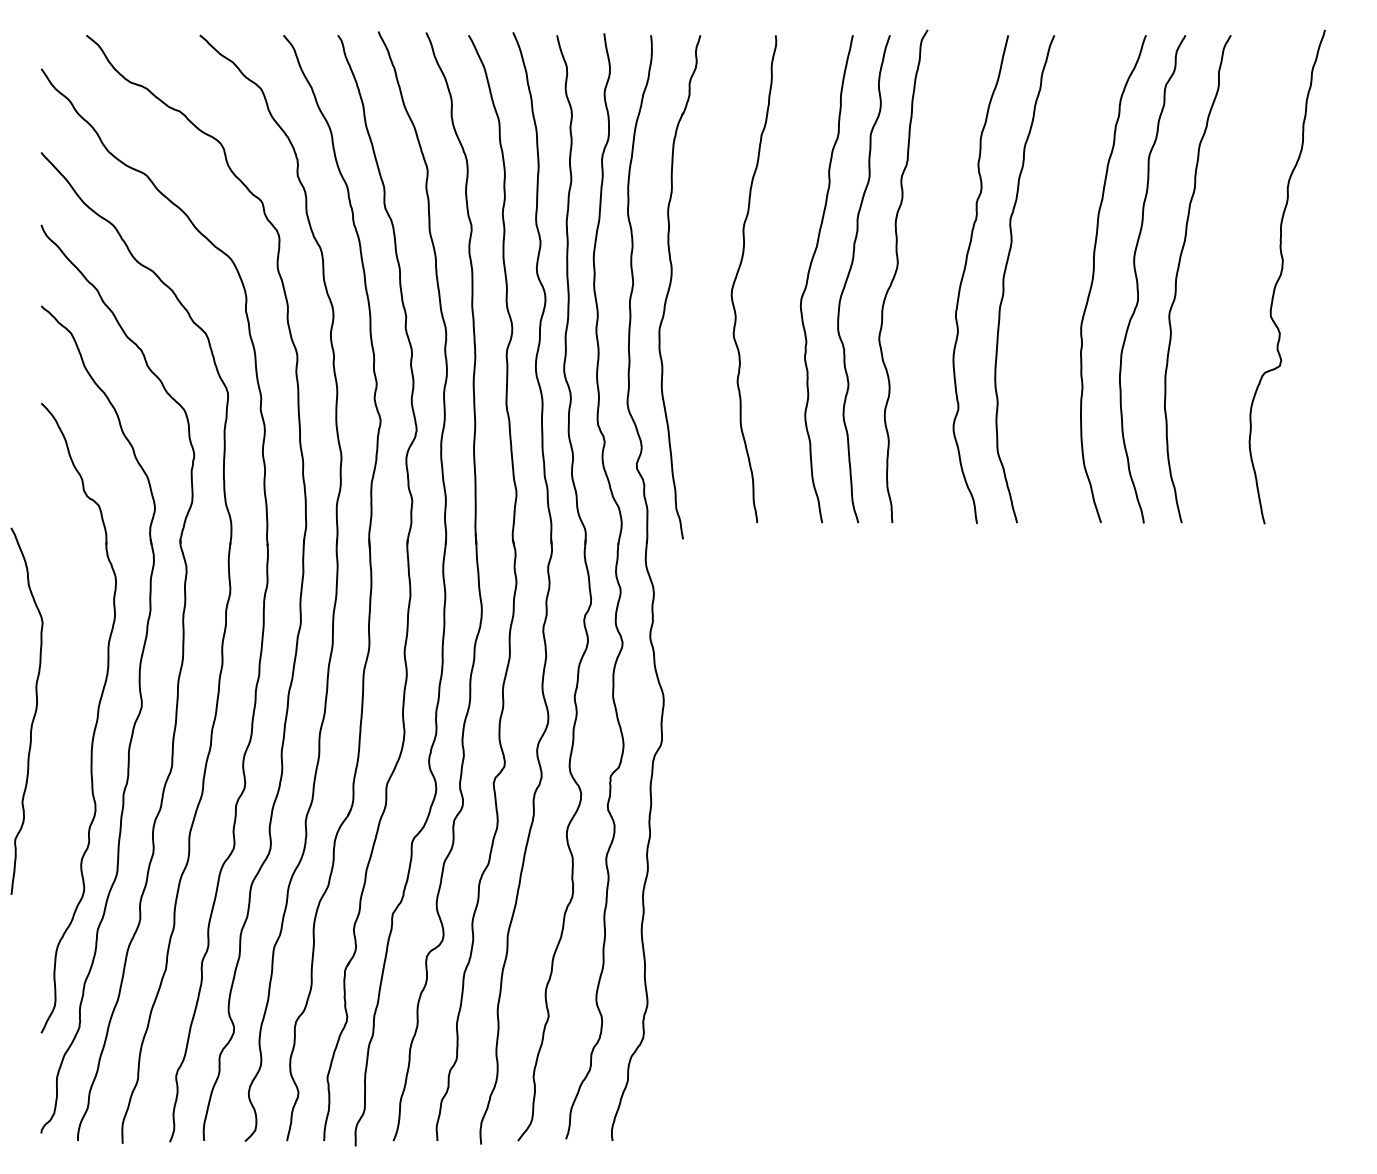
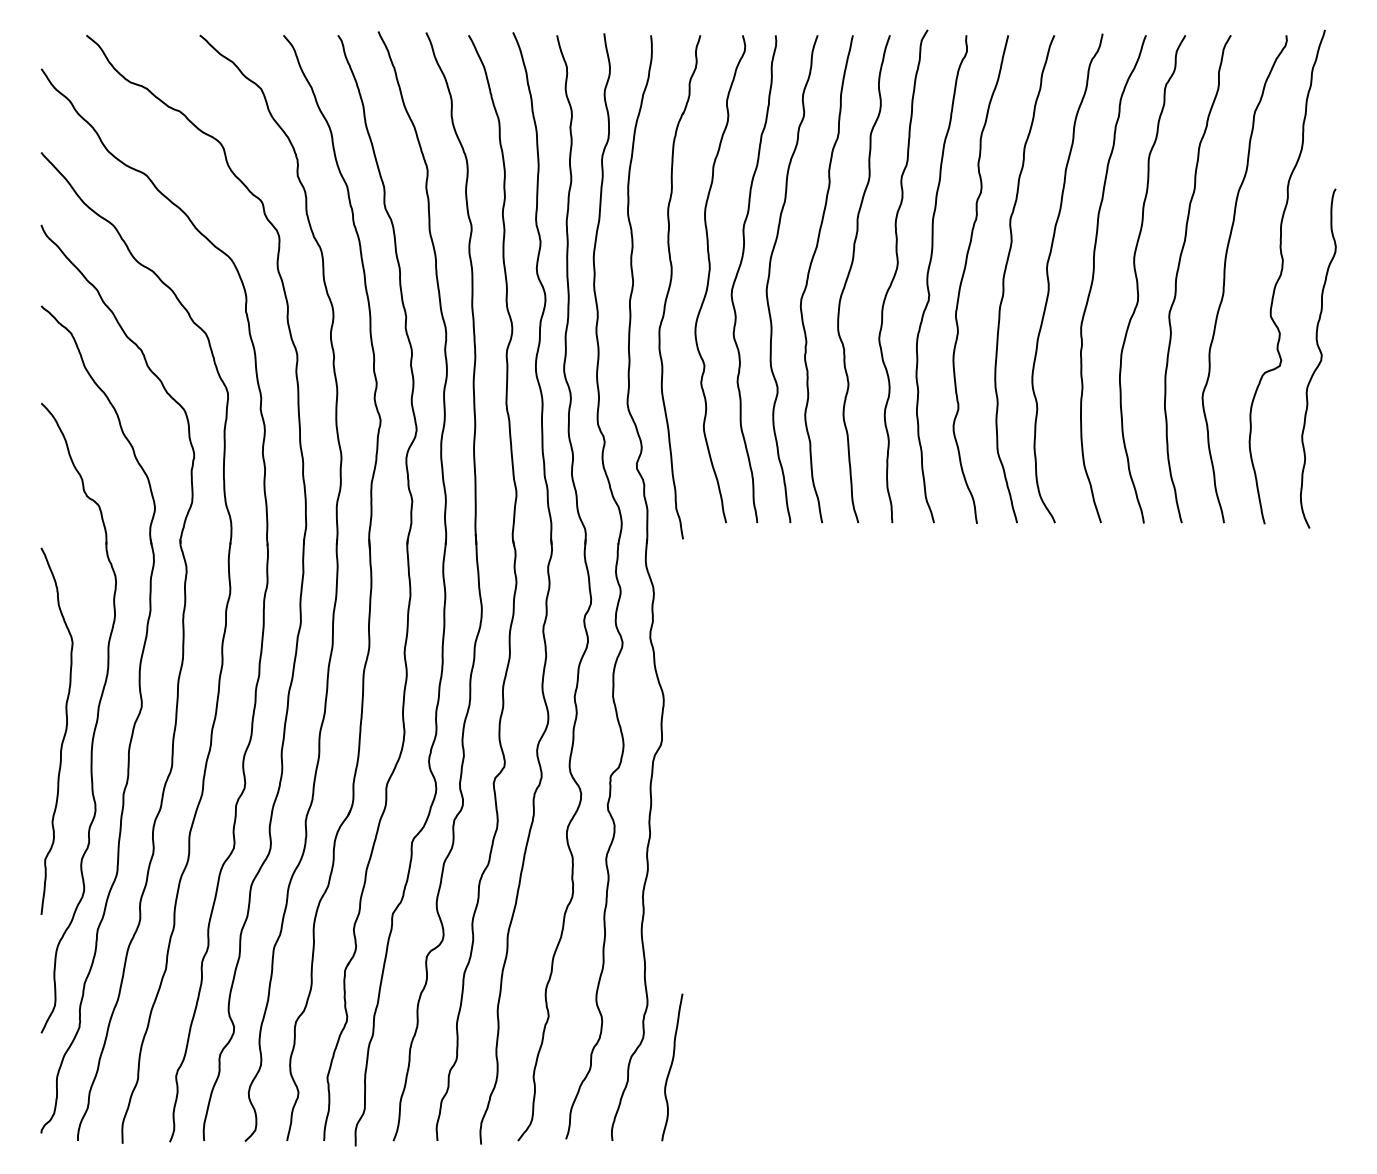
curve at (770, 274): none -> present
curve at (709, 279): none -> present
curve at (928, 279): none -> present
curve at (1225, 279): none -> present
curve at (1049, 280): none -> present
curve at (1320, 358): none -> present
curve at (34, 712) position: (34, 712) -> (64, 732)
curve at (671, 1067): none -> present
